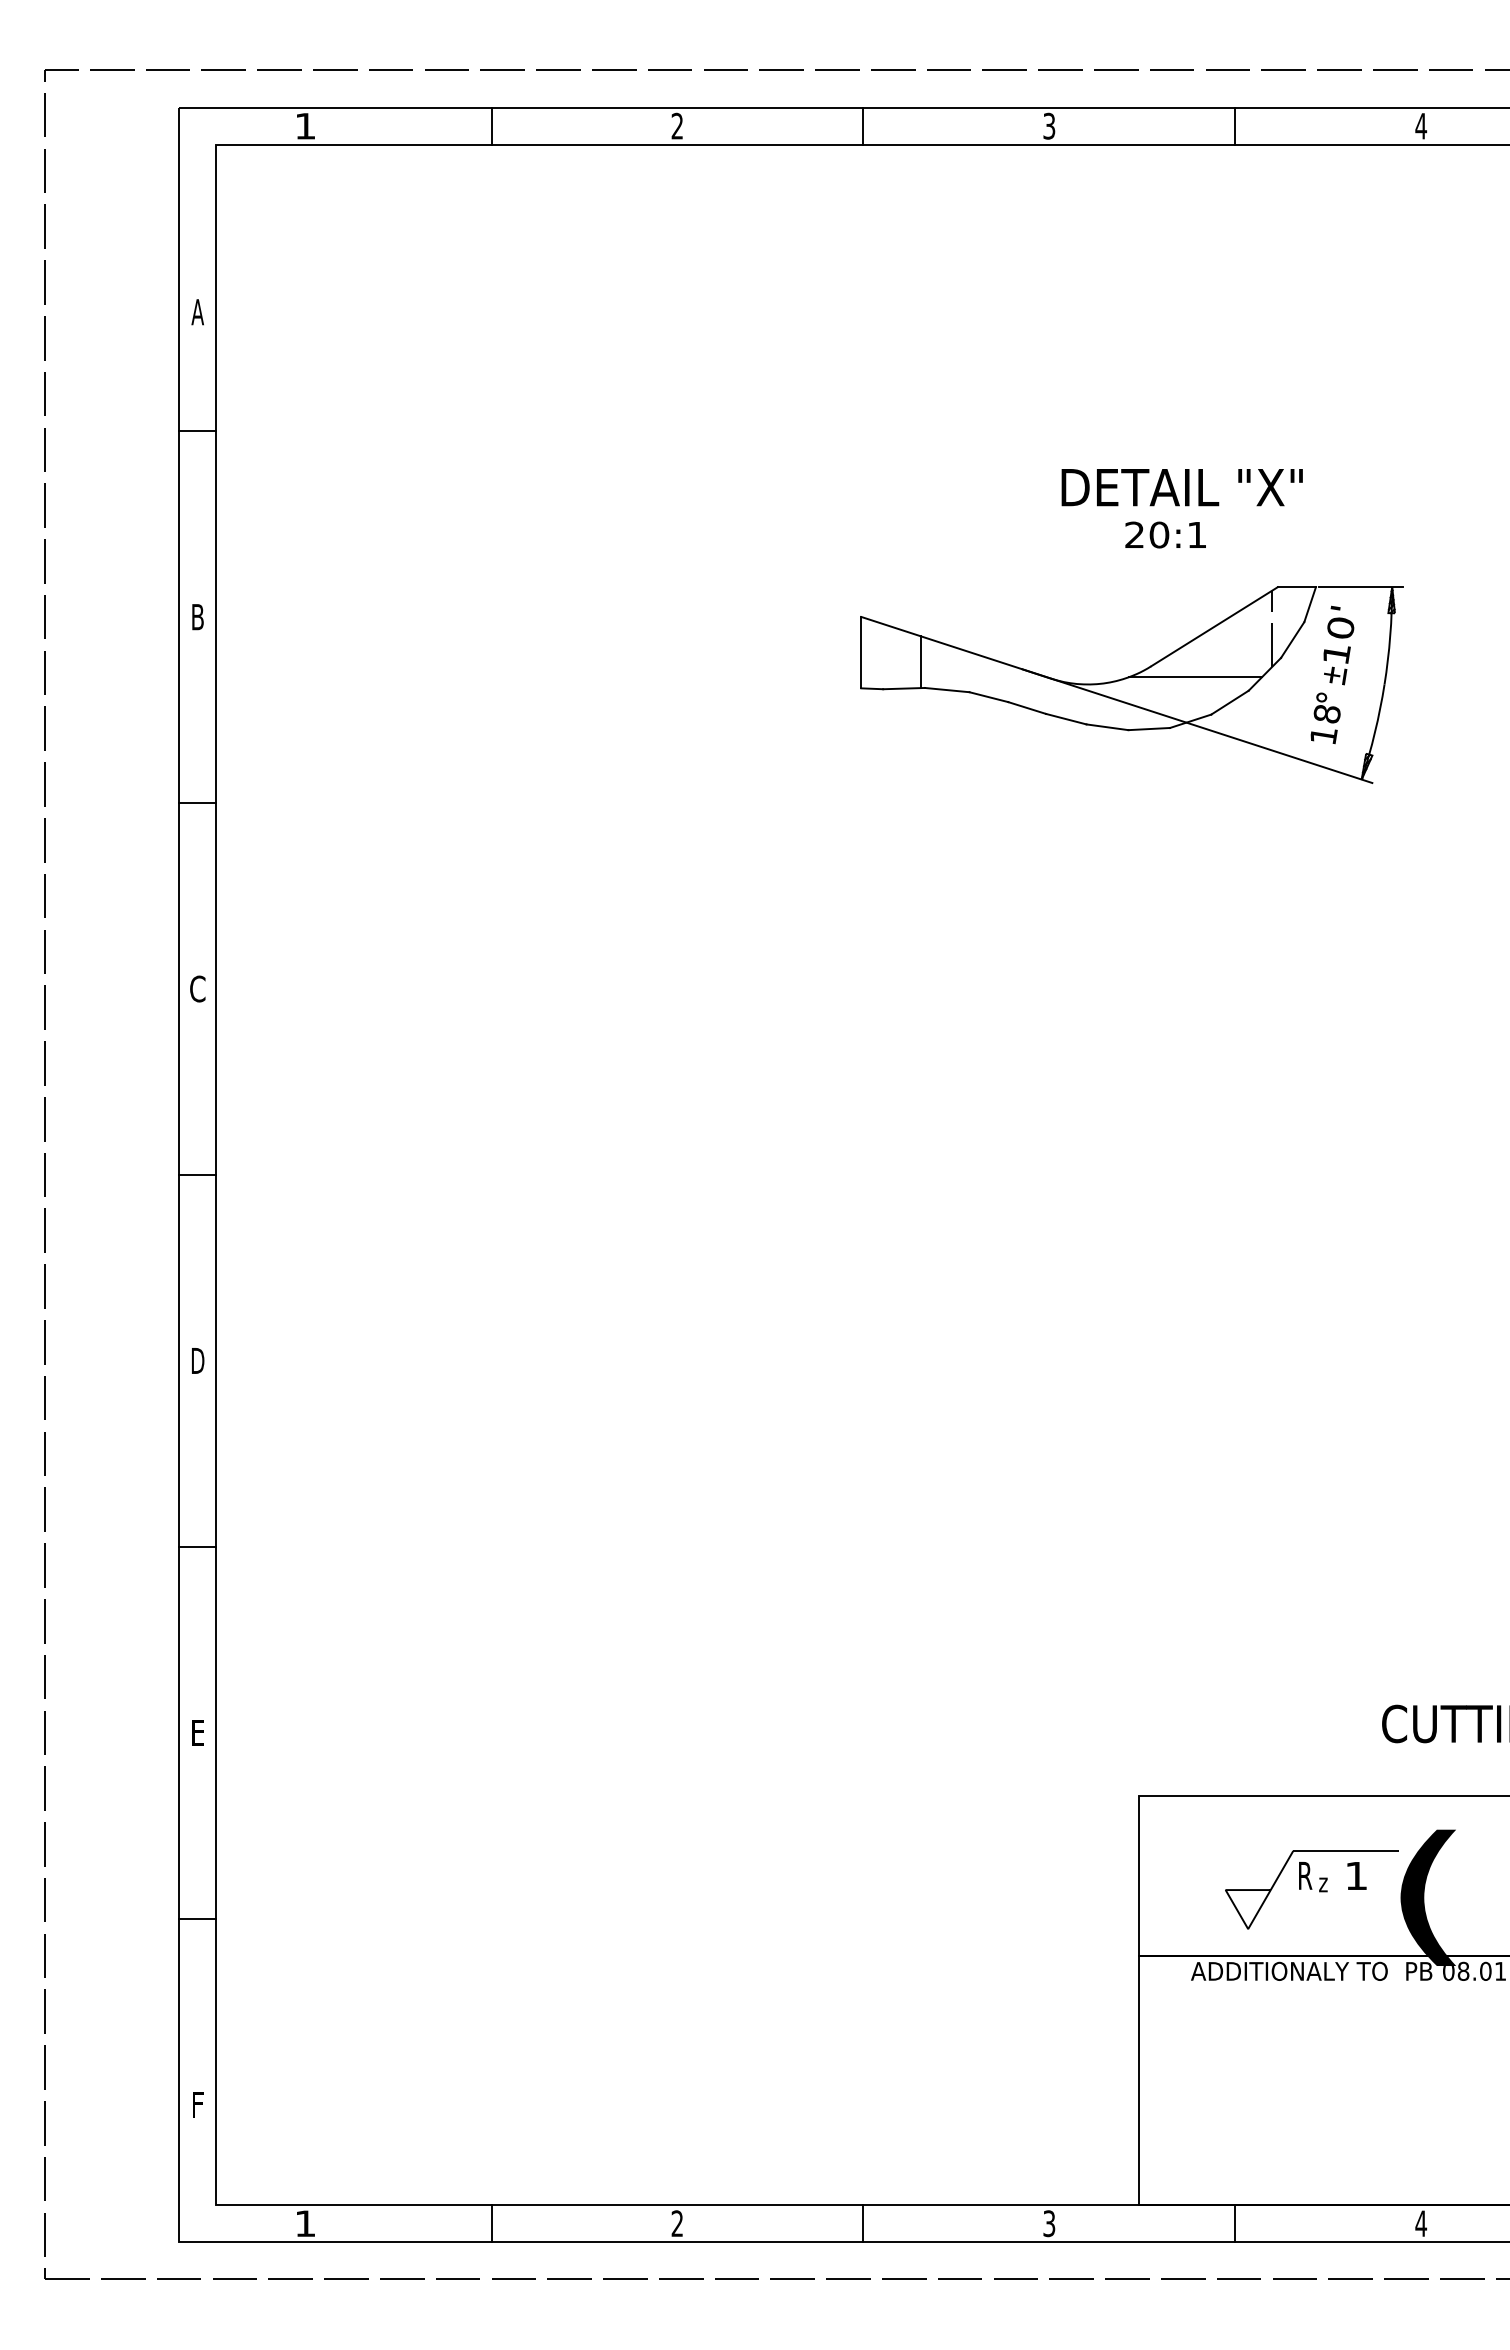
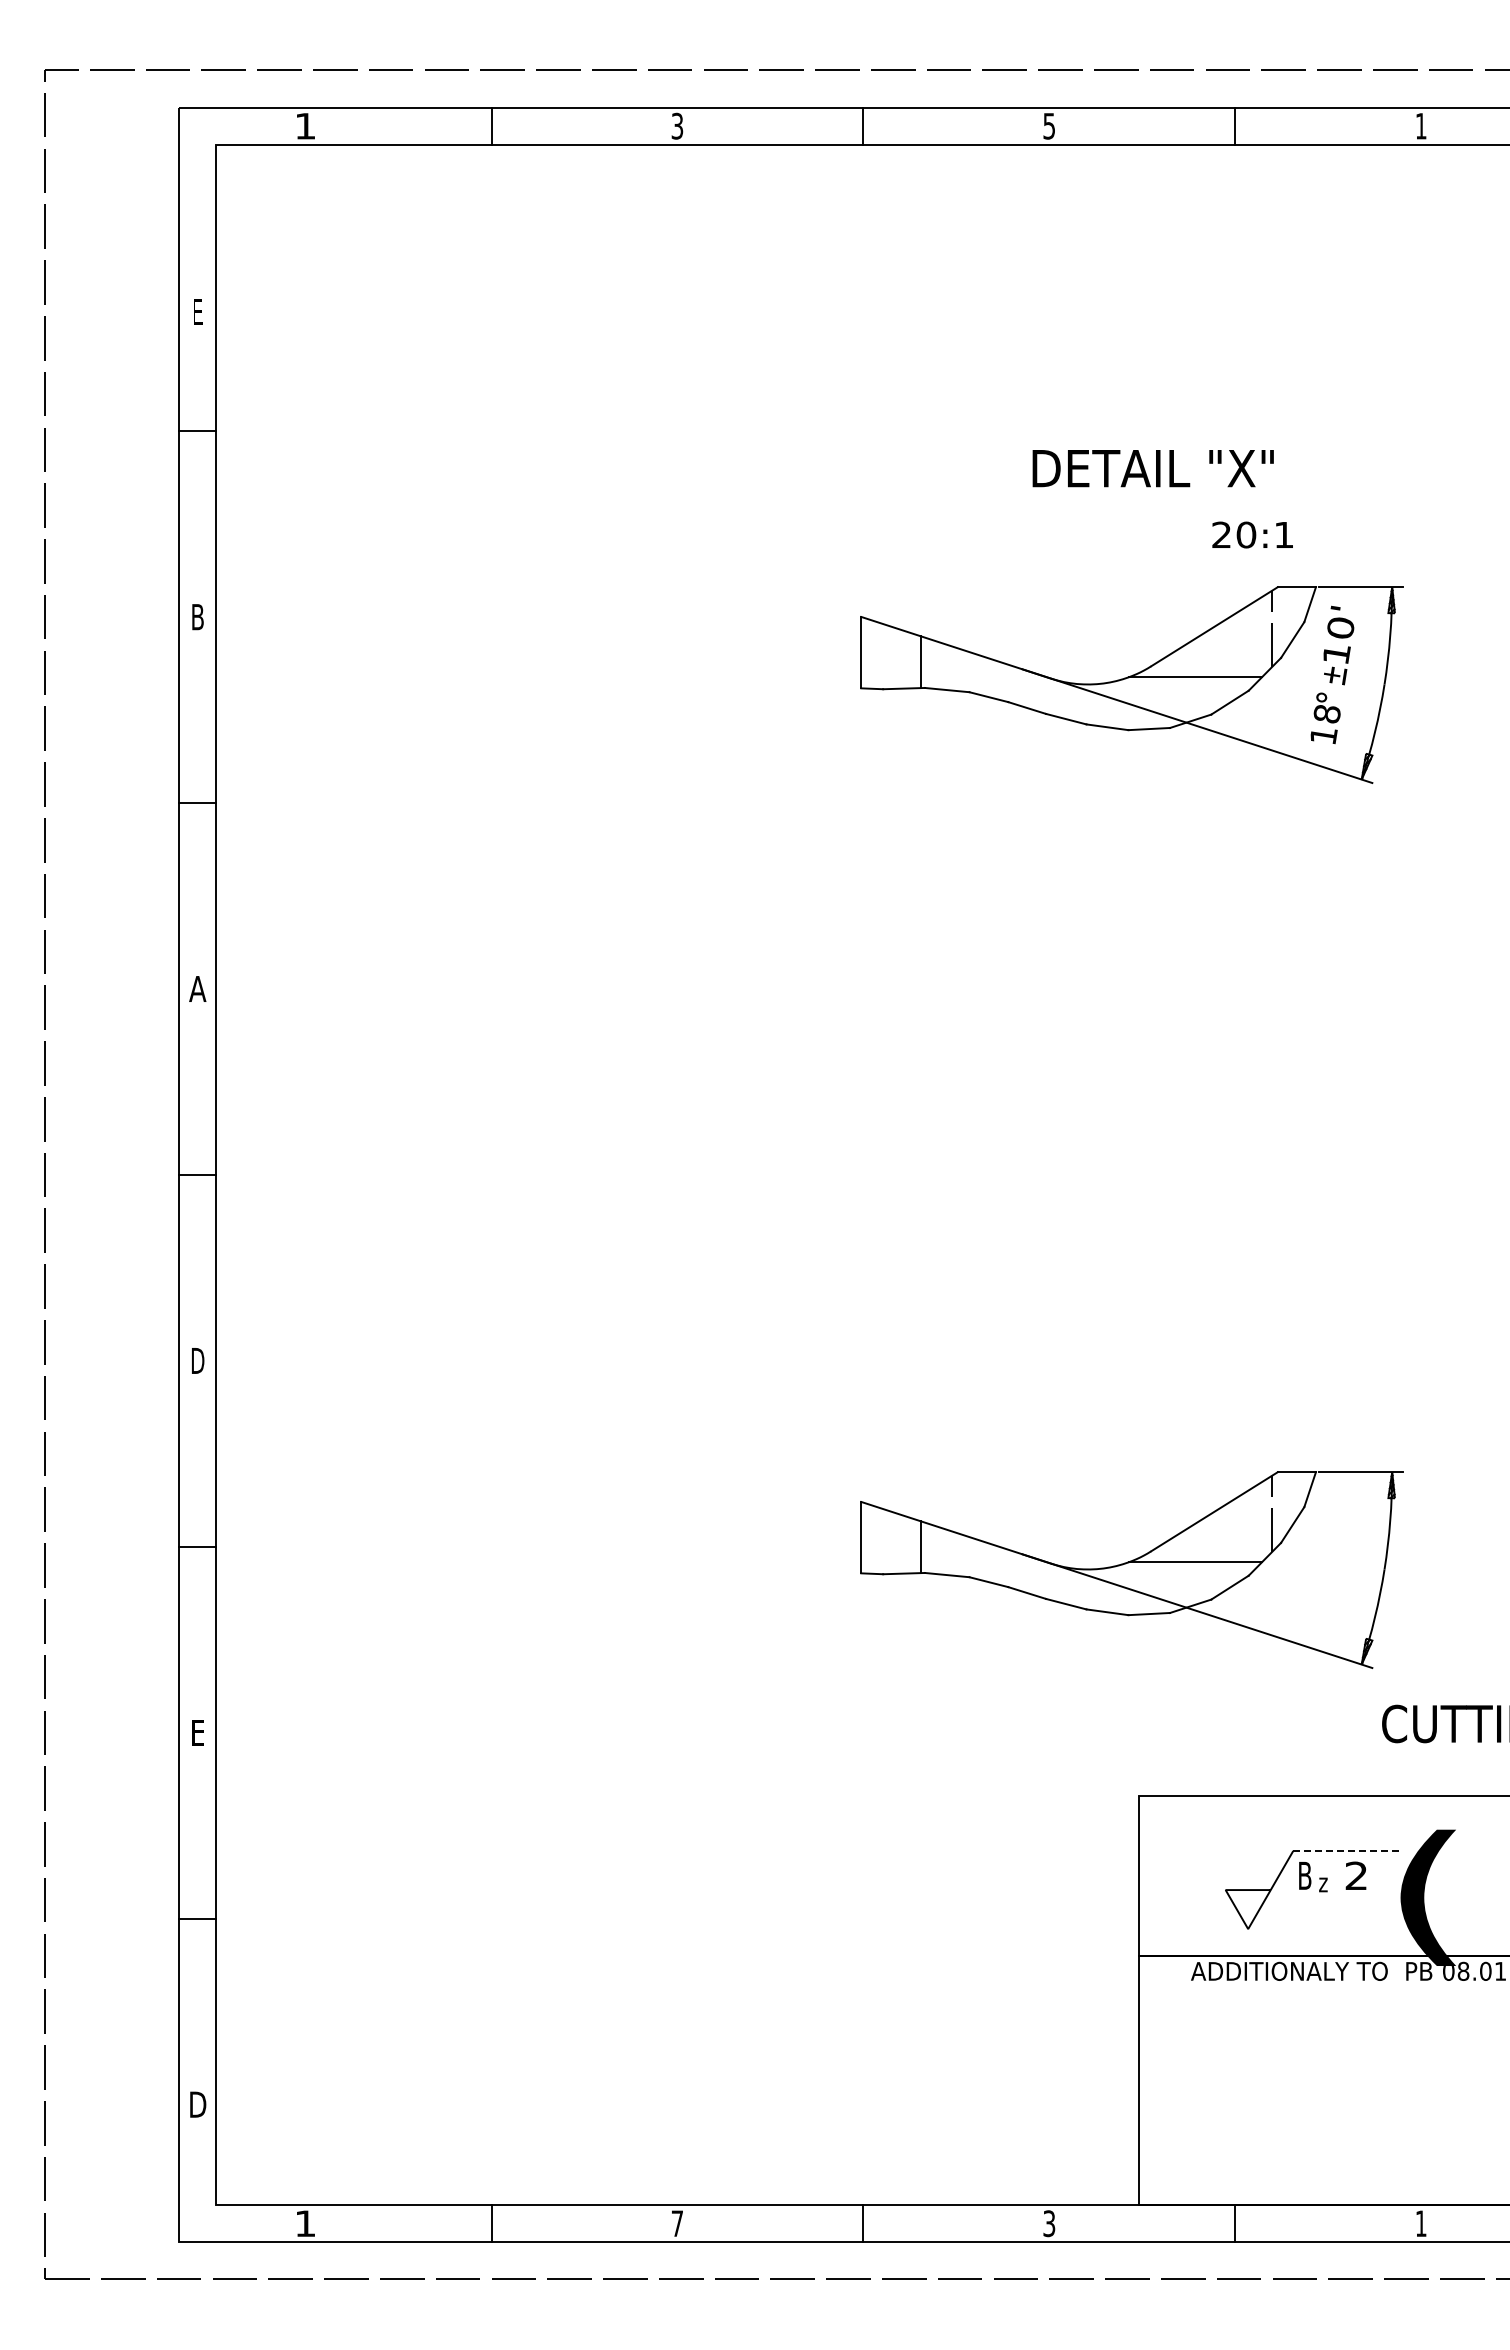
text at (1049, 125): 3 -> 5
text at (677, 126): 2 -> 3
text at (1421, 126): 4 -> 1
text at (197, 312): A -> E
text at (1181, 487) position: (1181, 487) -> (1152, 468)
text at (1165, 534) position: (1165, 534) -> (1252, 534)
text at (197, 988): C -> A
part at (1131, 1569): none -> present
line at (1345, 1851): solid -> dashed
text at (1305, 1875): R -> B
text at (1355, 1875): 1 -> 2
text at (198, 2104): F -> D
text at (676, 2223): 2 -> 7
text at (1421, 2223): 4 -> 1
